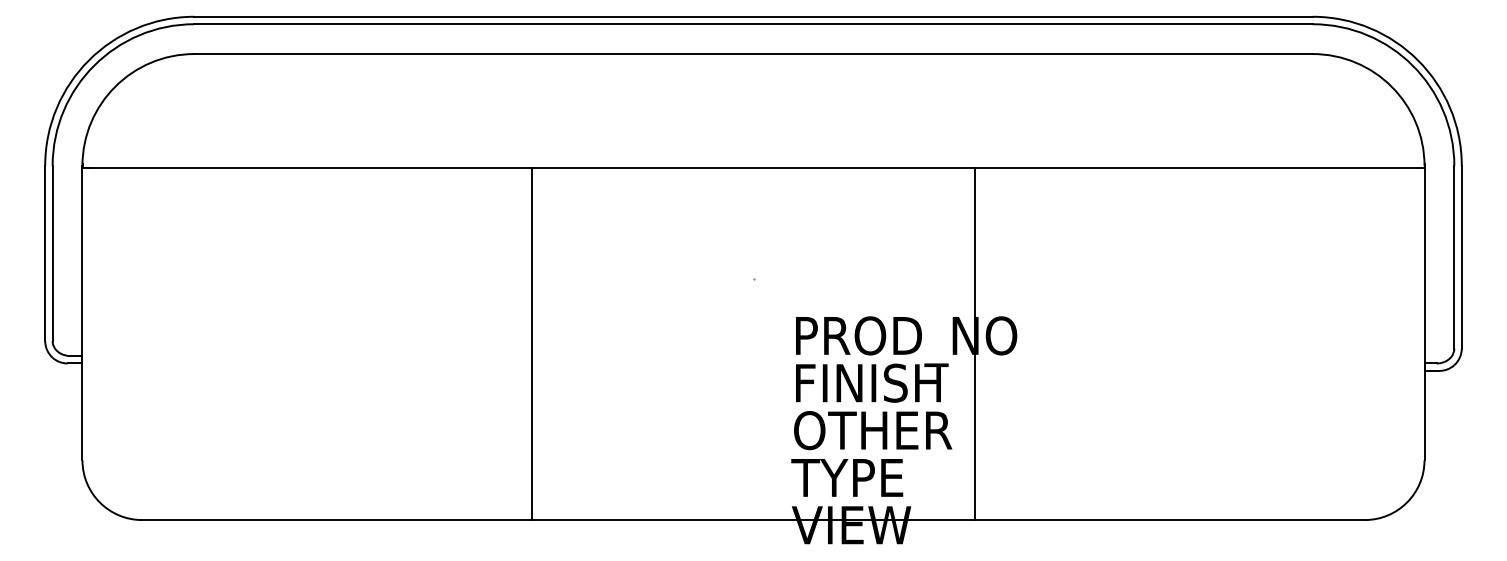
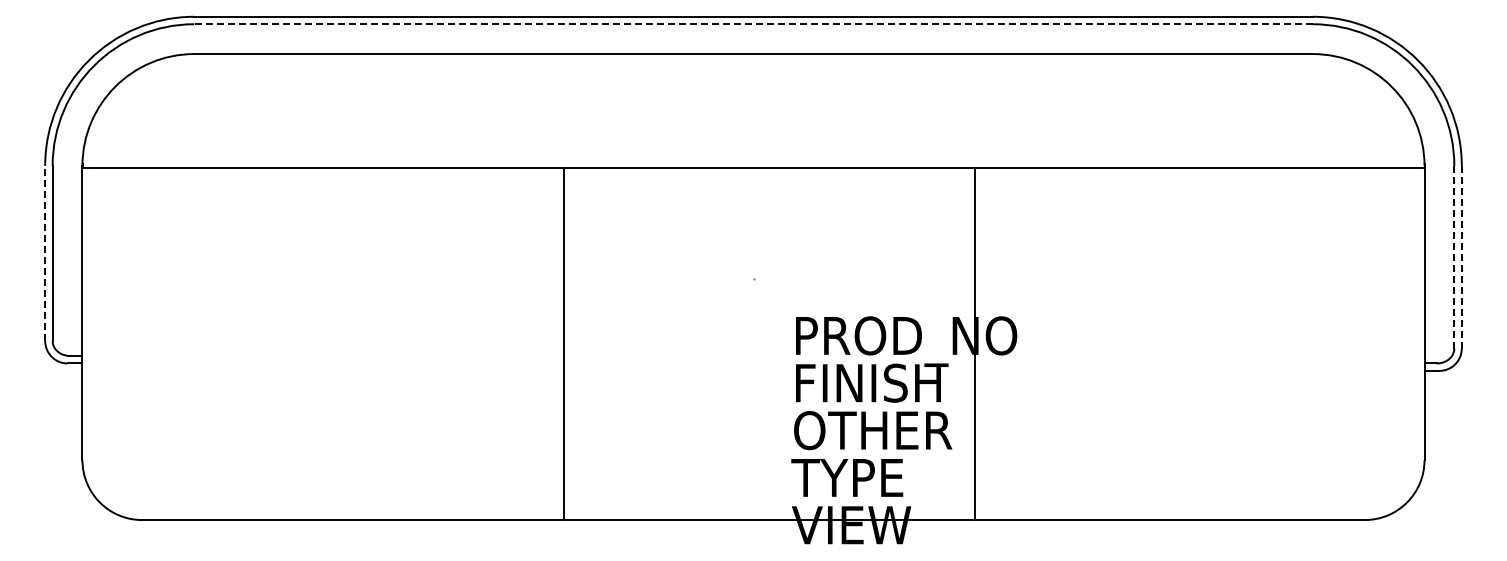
line at (753, 24): solid -> dashed
line at (45, 253): solid -> dashed
line at (1454, 256): solid -> dashed
line at (1461, 257): solid -> dashed
line at (532, 344) position: (532, 344) -> (564, 344)
